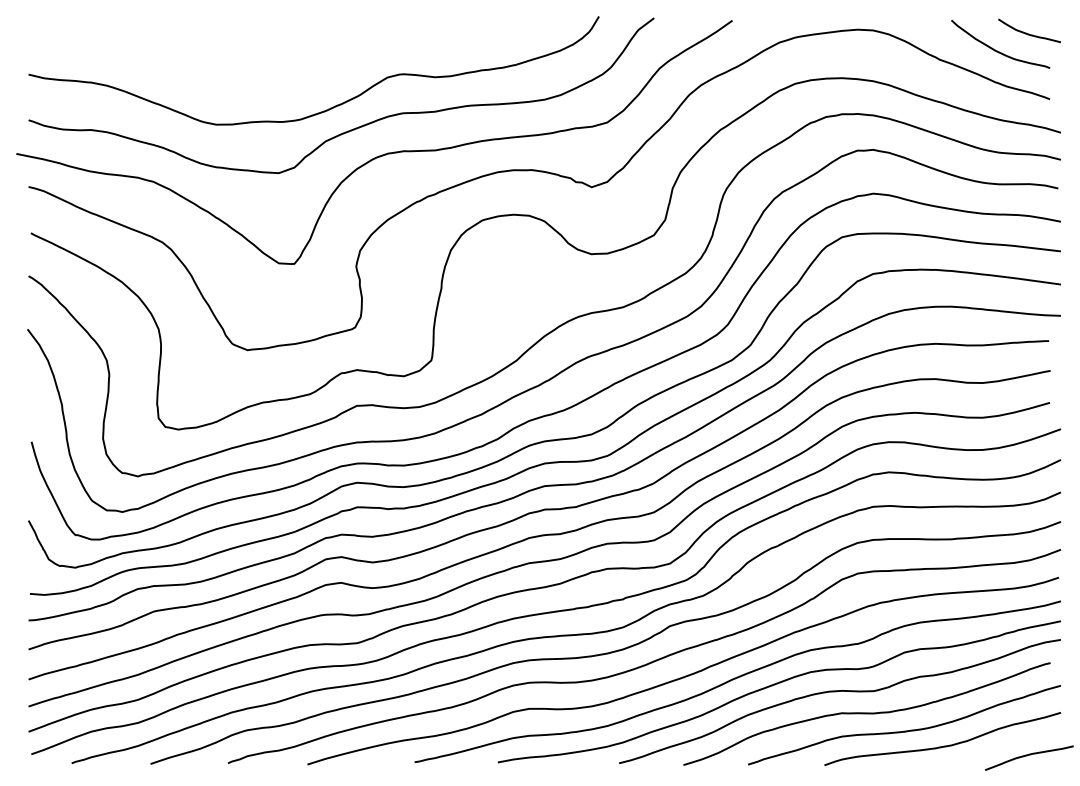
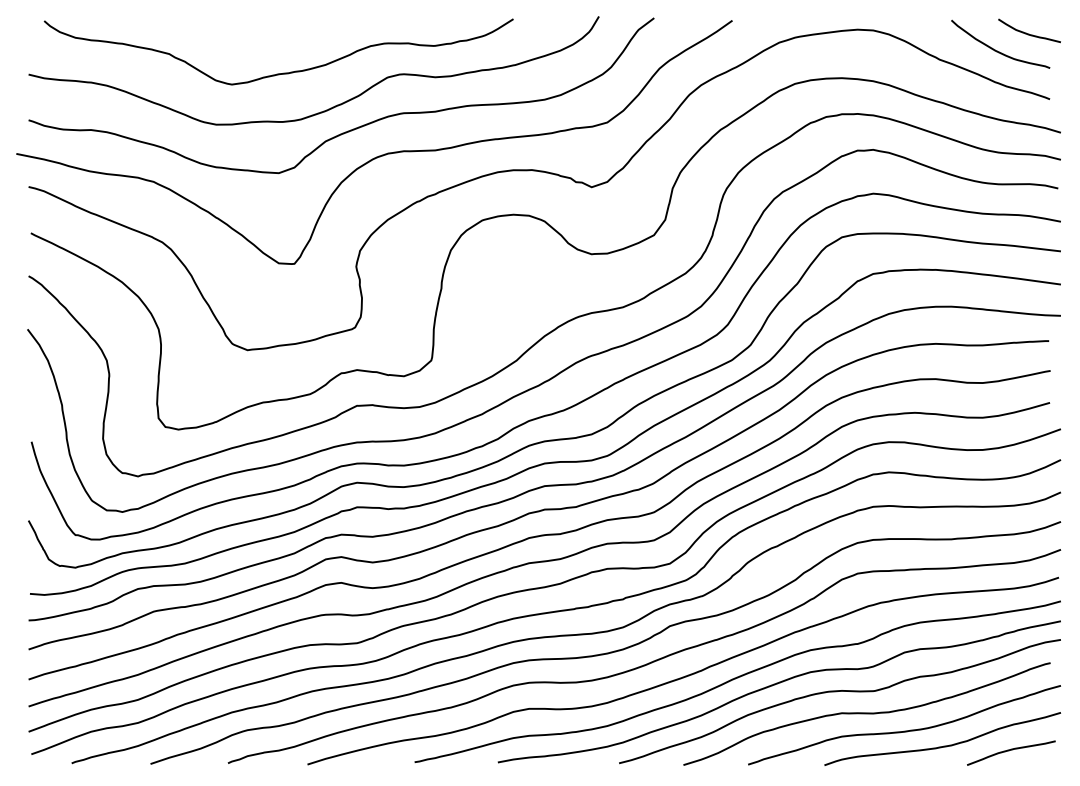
curve at (283, 72): none -> present
curve at (1029, 755) position: (1029, 755) -> (1011, 750)
